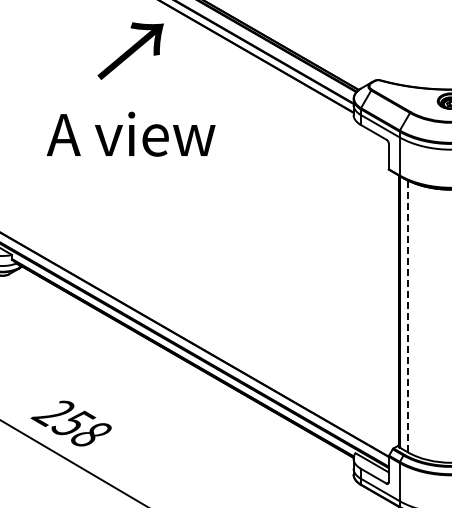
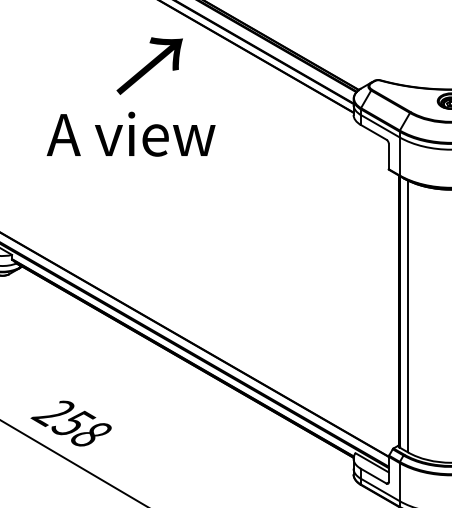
text at (130, 50) position: (130, 50) -> (149, 65)
line at (408, 316): dashed -> solid
